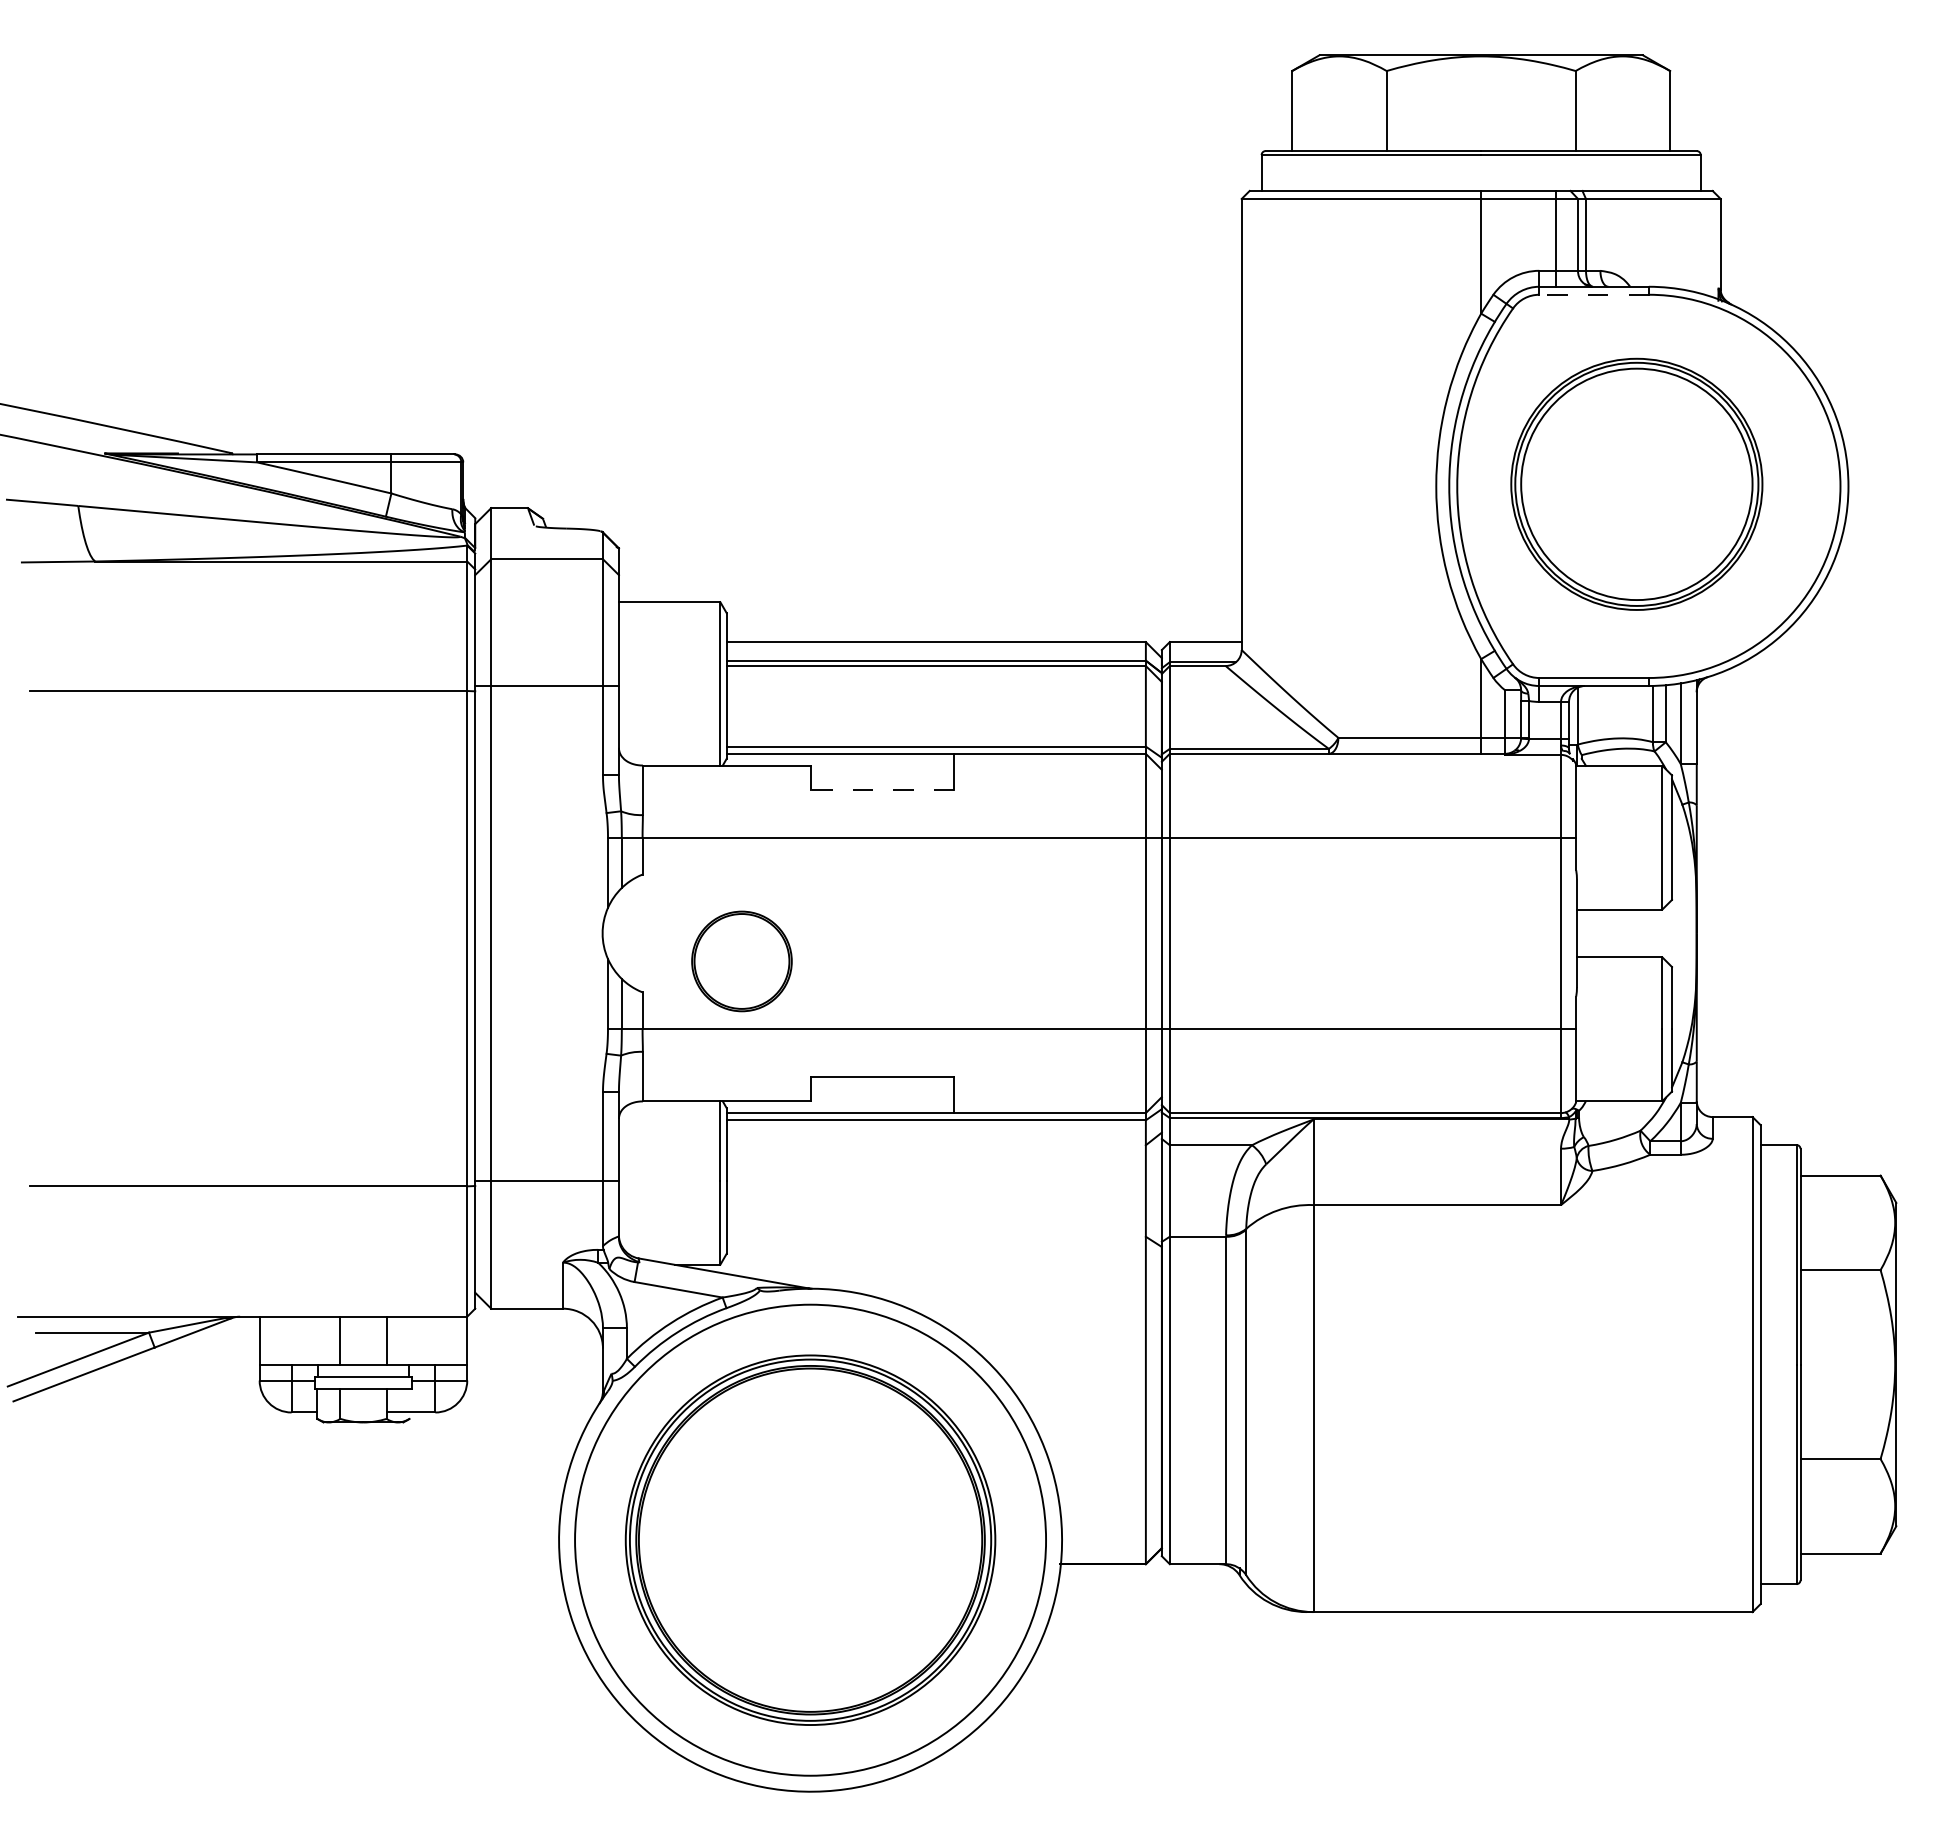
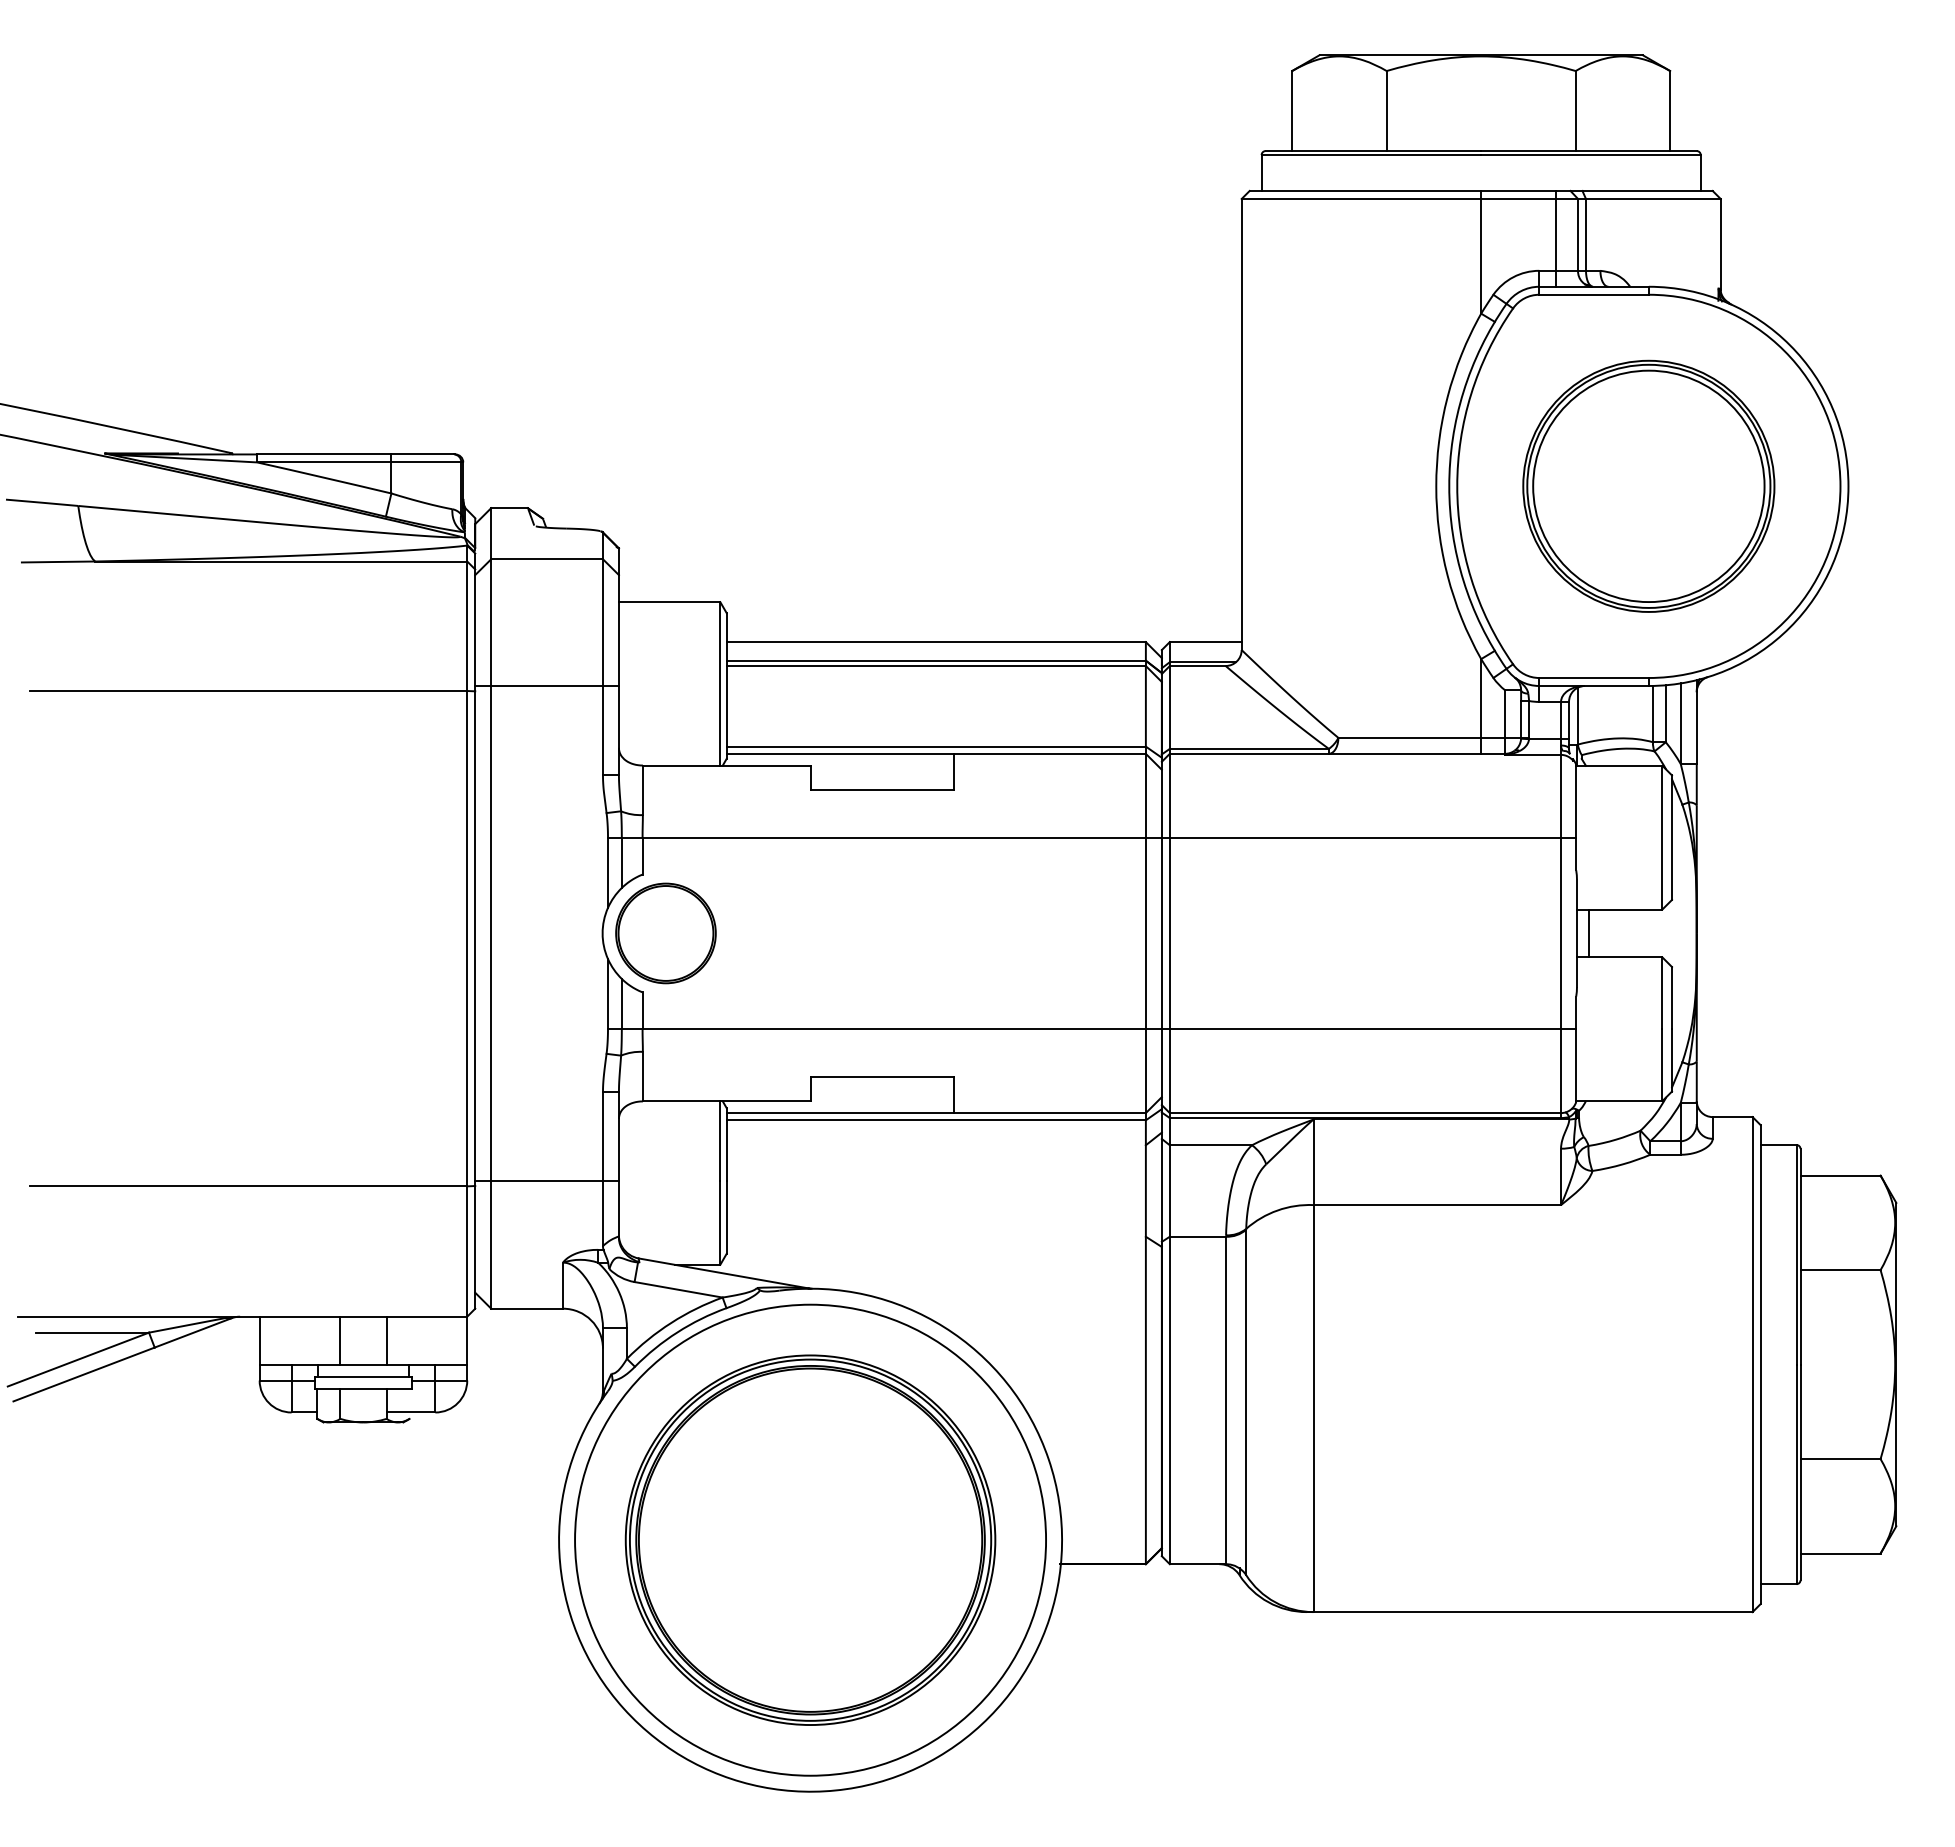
line at (1594, 294): dashed -> solid
part at (1636, 483) position: (1636, 483) -> (1648, 485)
line at (882, 789): dashed -> solid
line at (1588, 933): none -> present
part at (741, 961) position: (741, 961) -> (665, 933)
